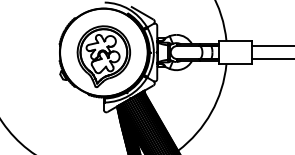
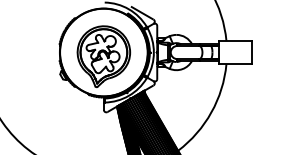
line at (270, 45): present -> none
line at (270, 59): present -> none
